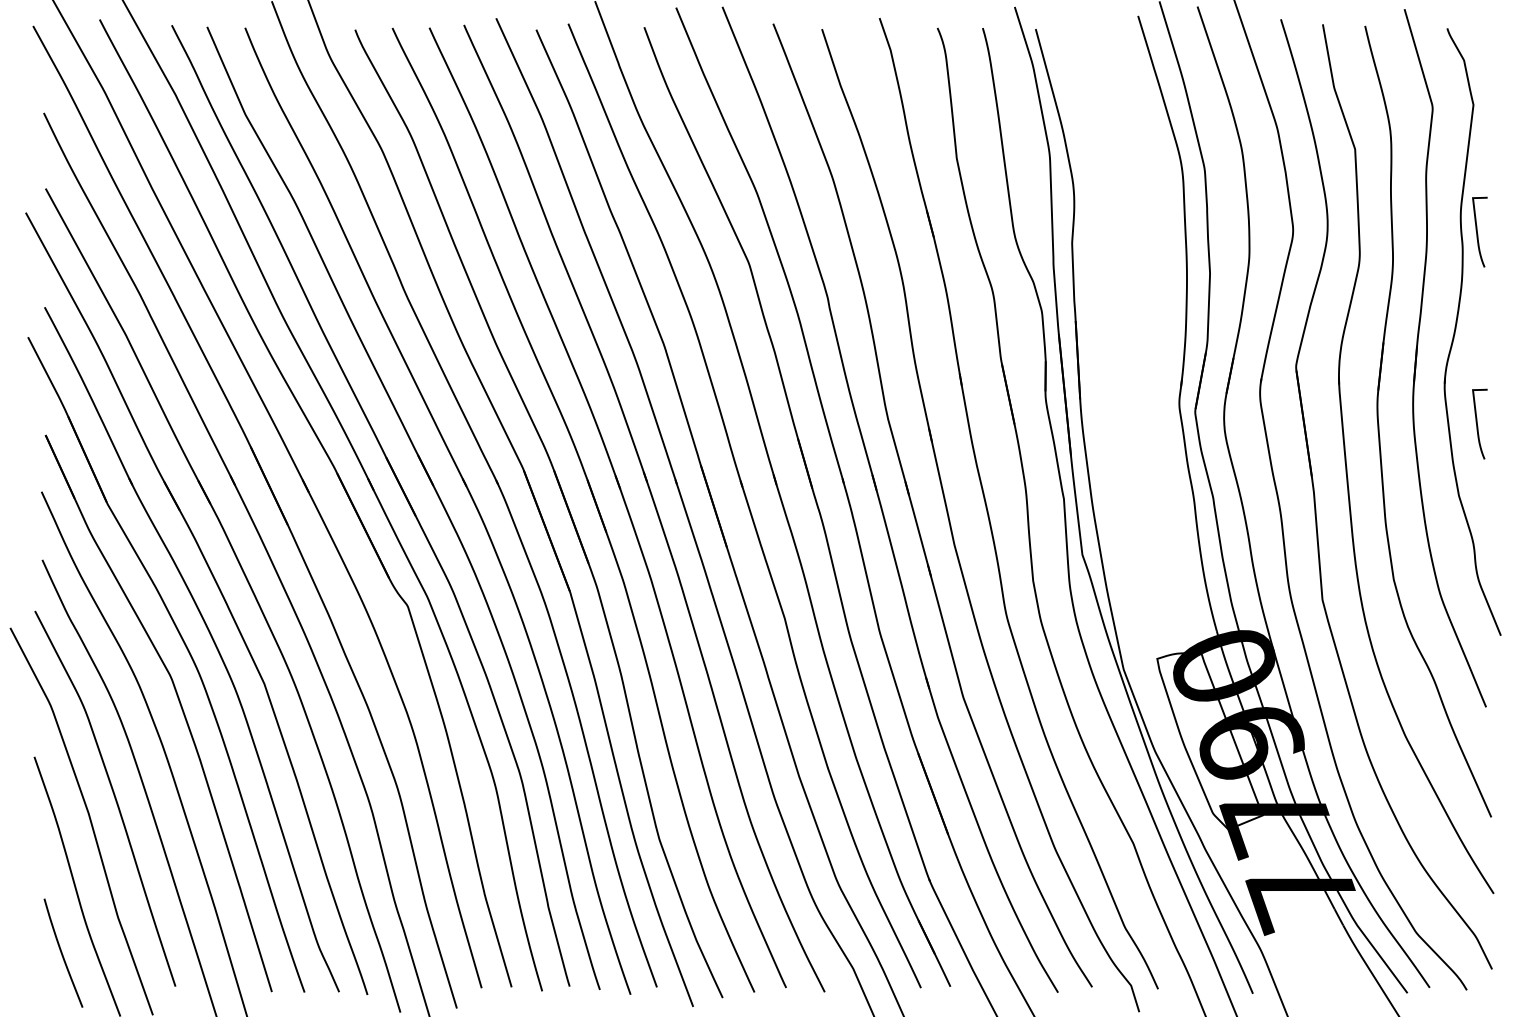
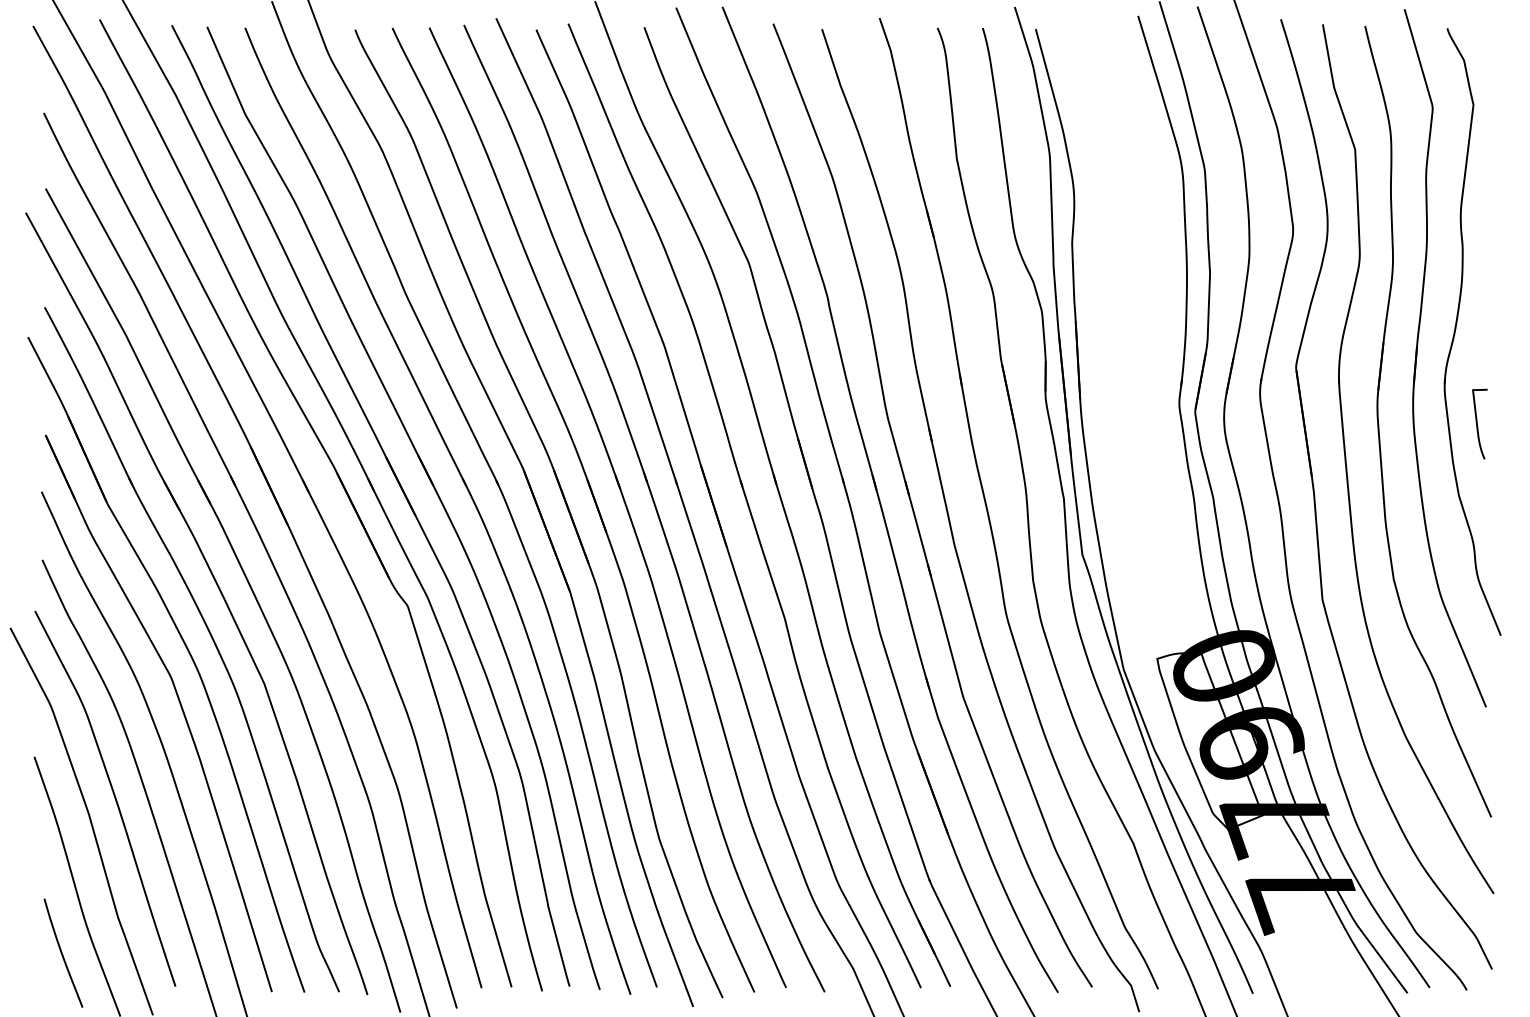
curve at (1477, 231): present -> none
